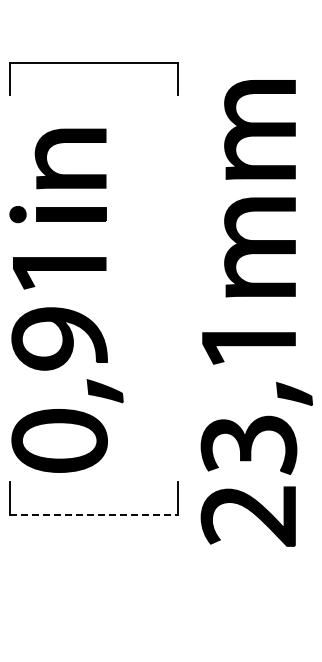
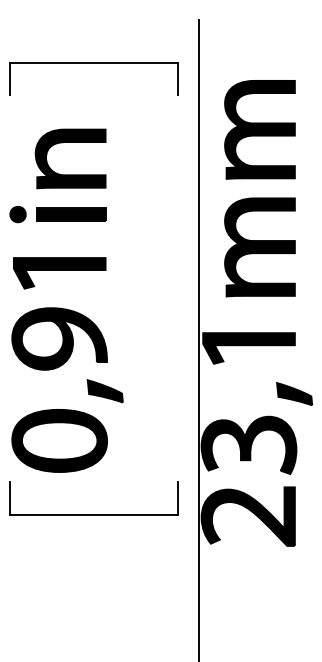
line at (198, 338): none -> present
line at (93, 514): dashed -> solid
